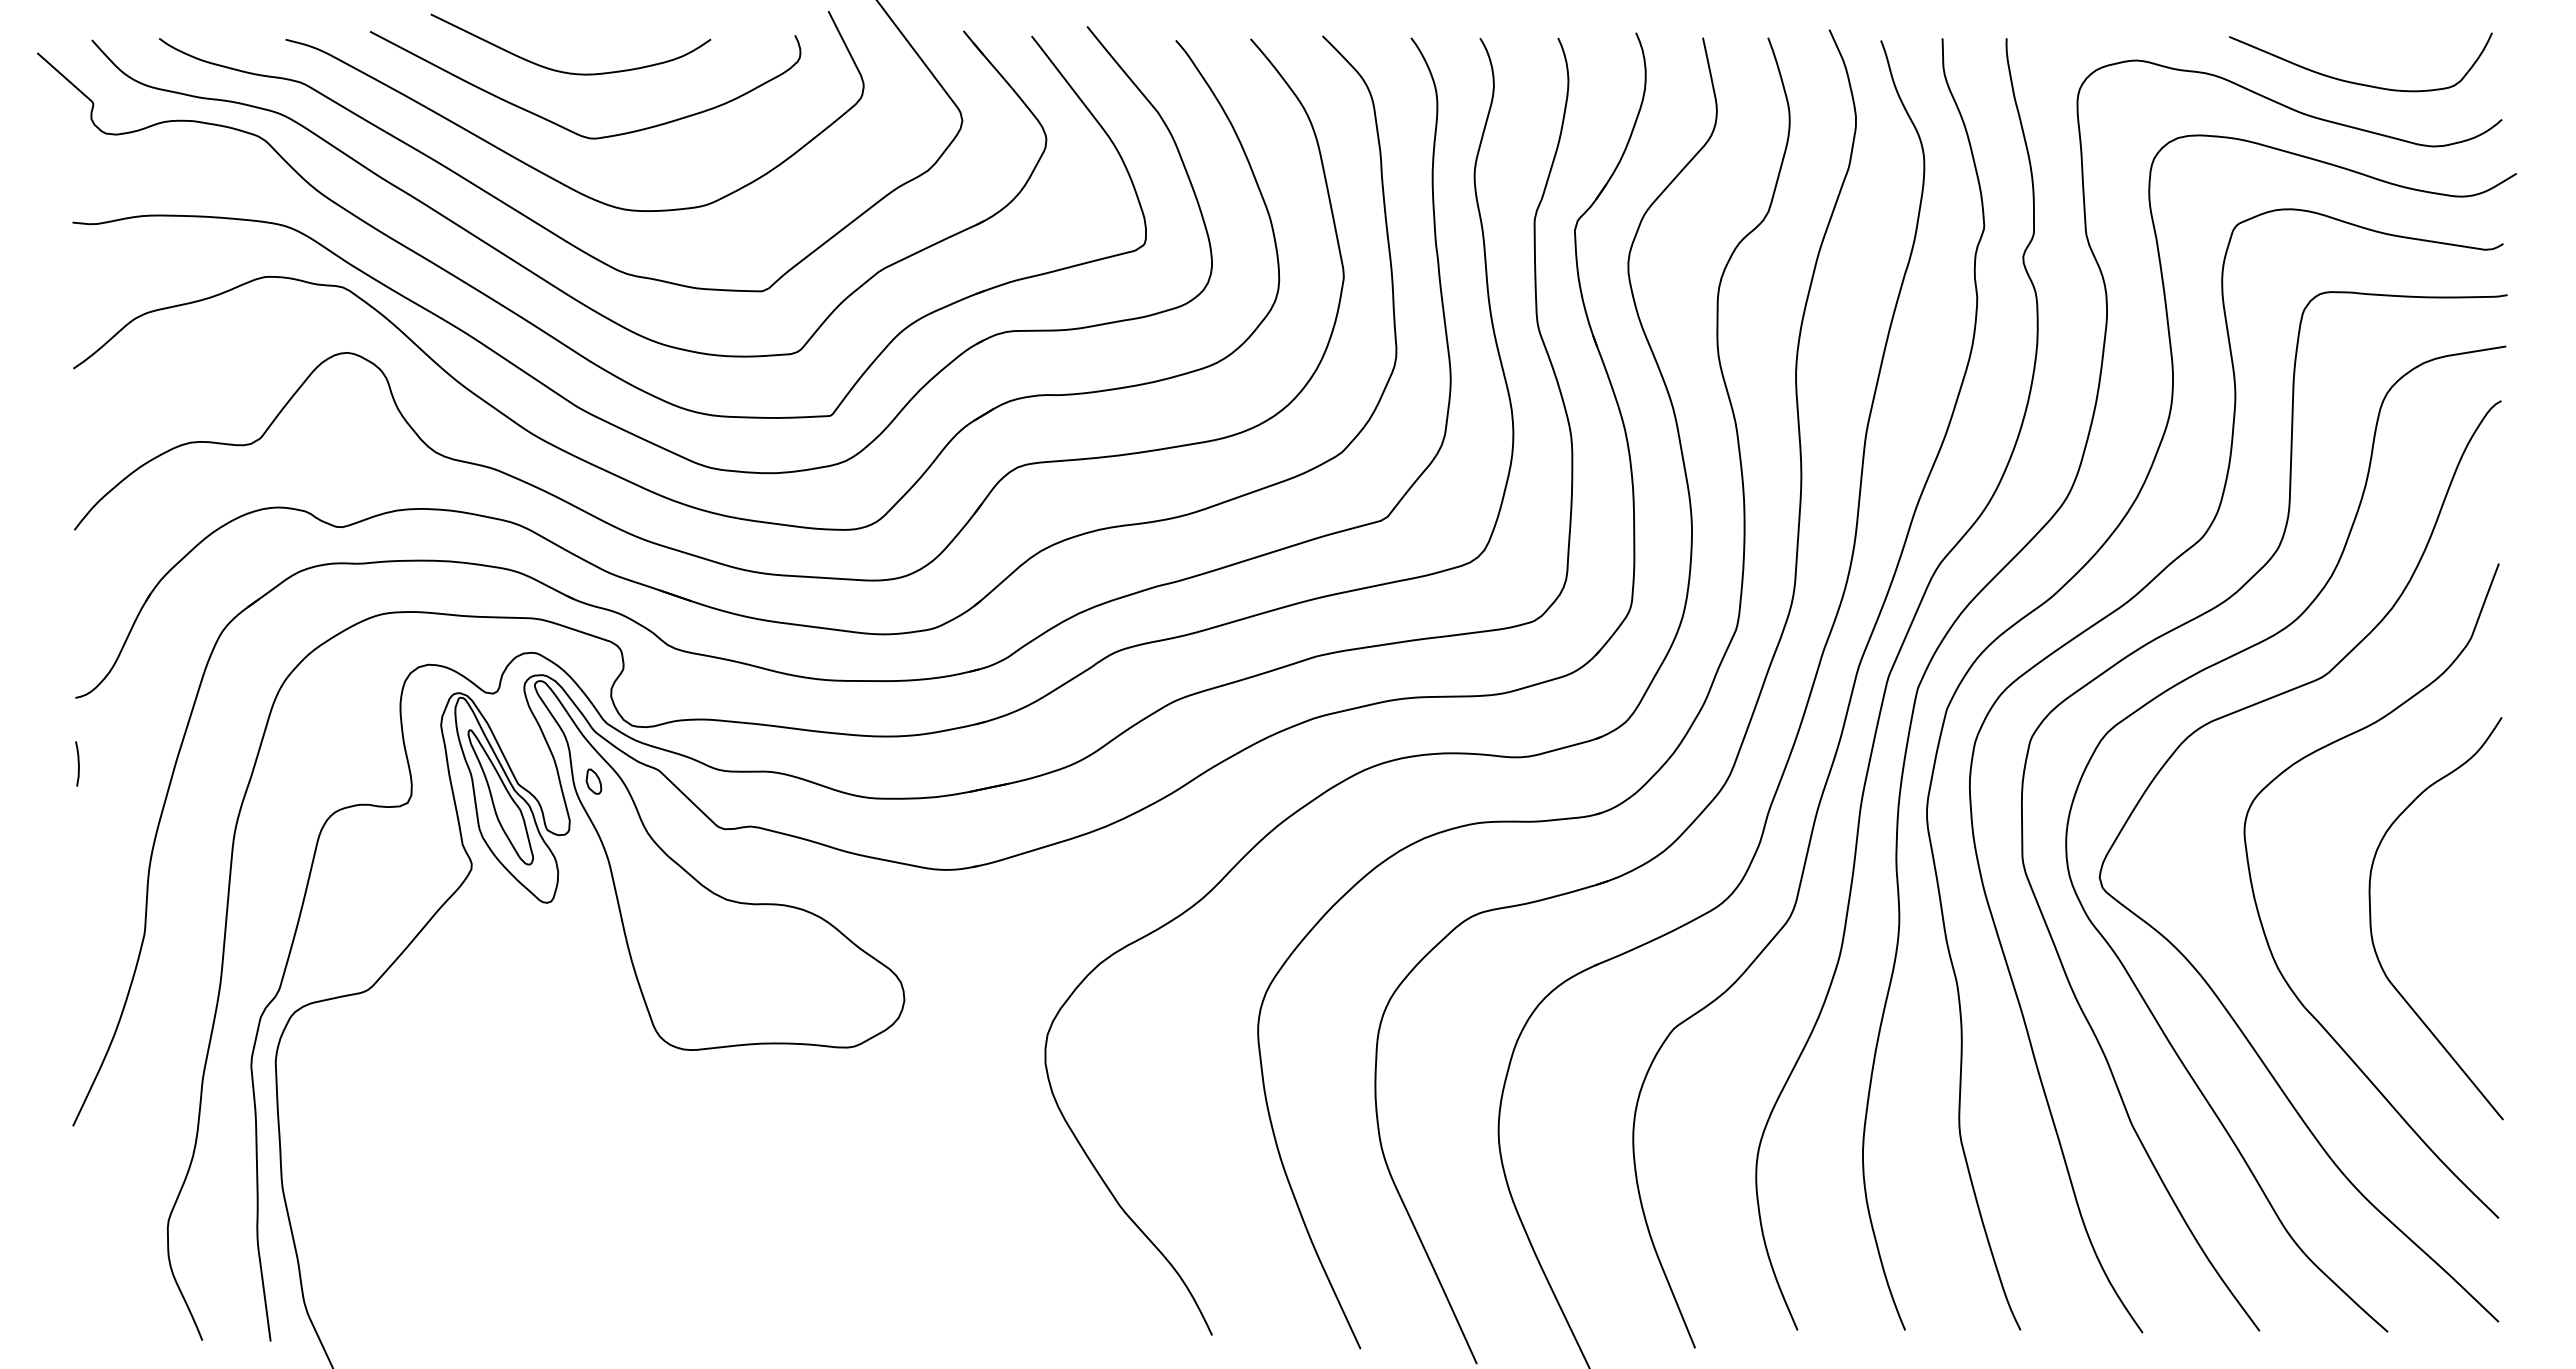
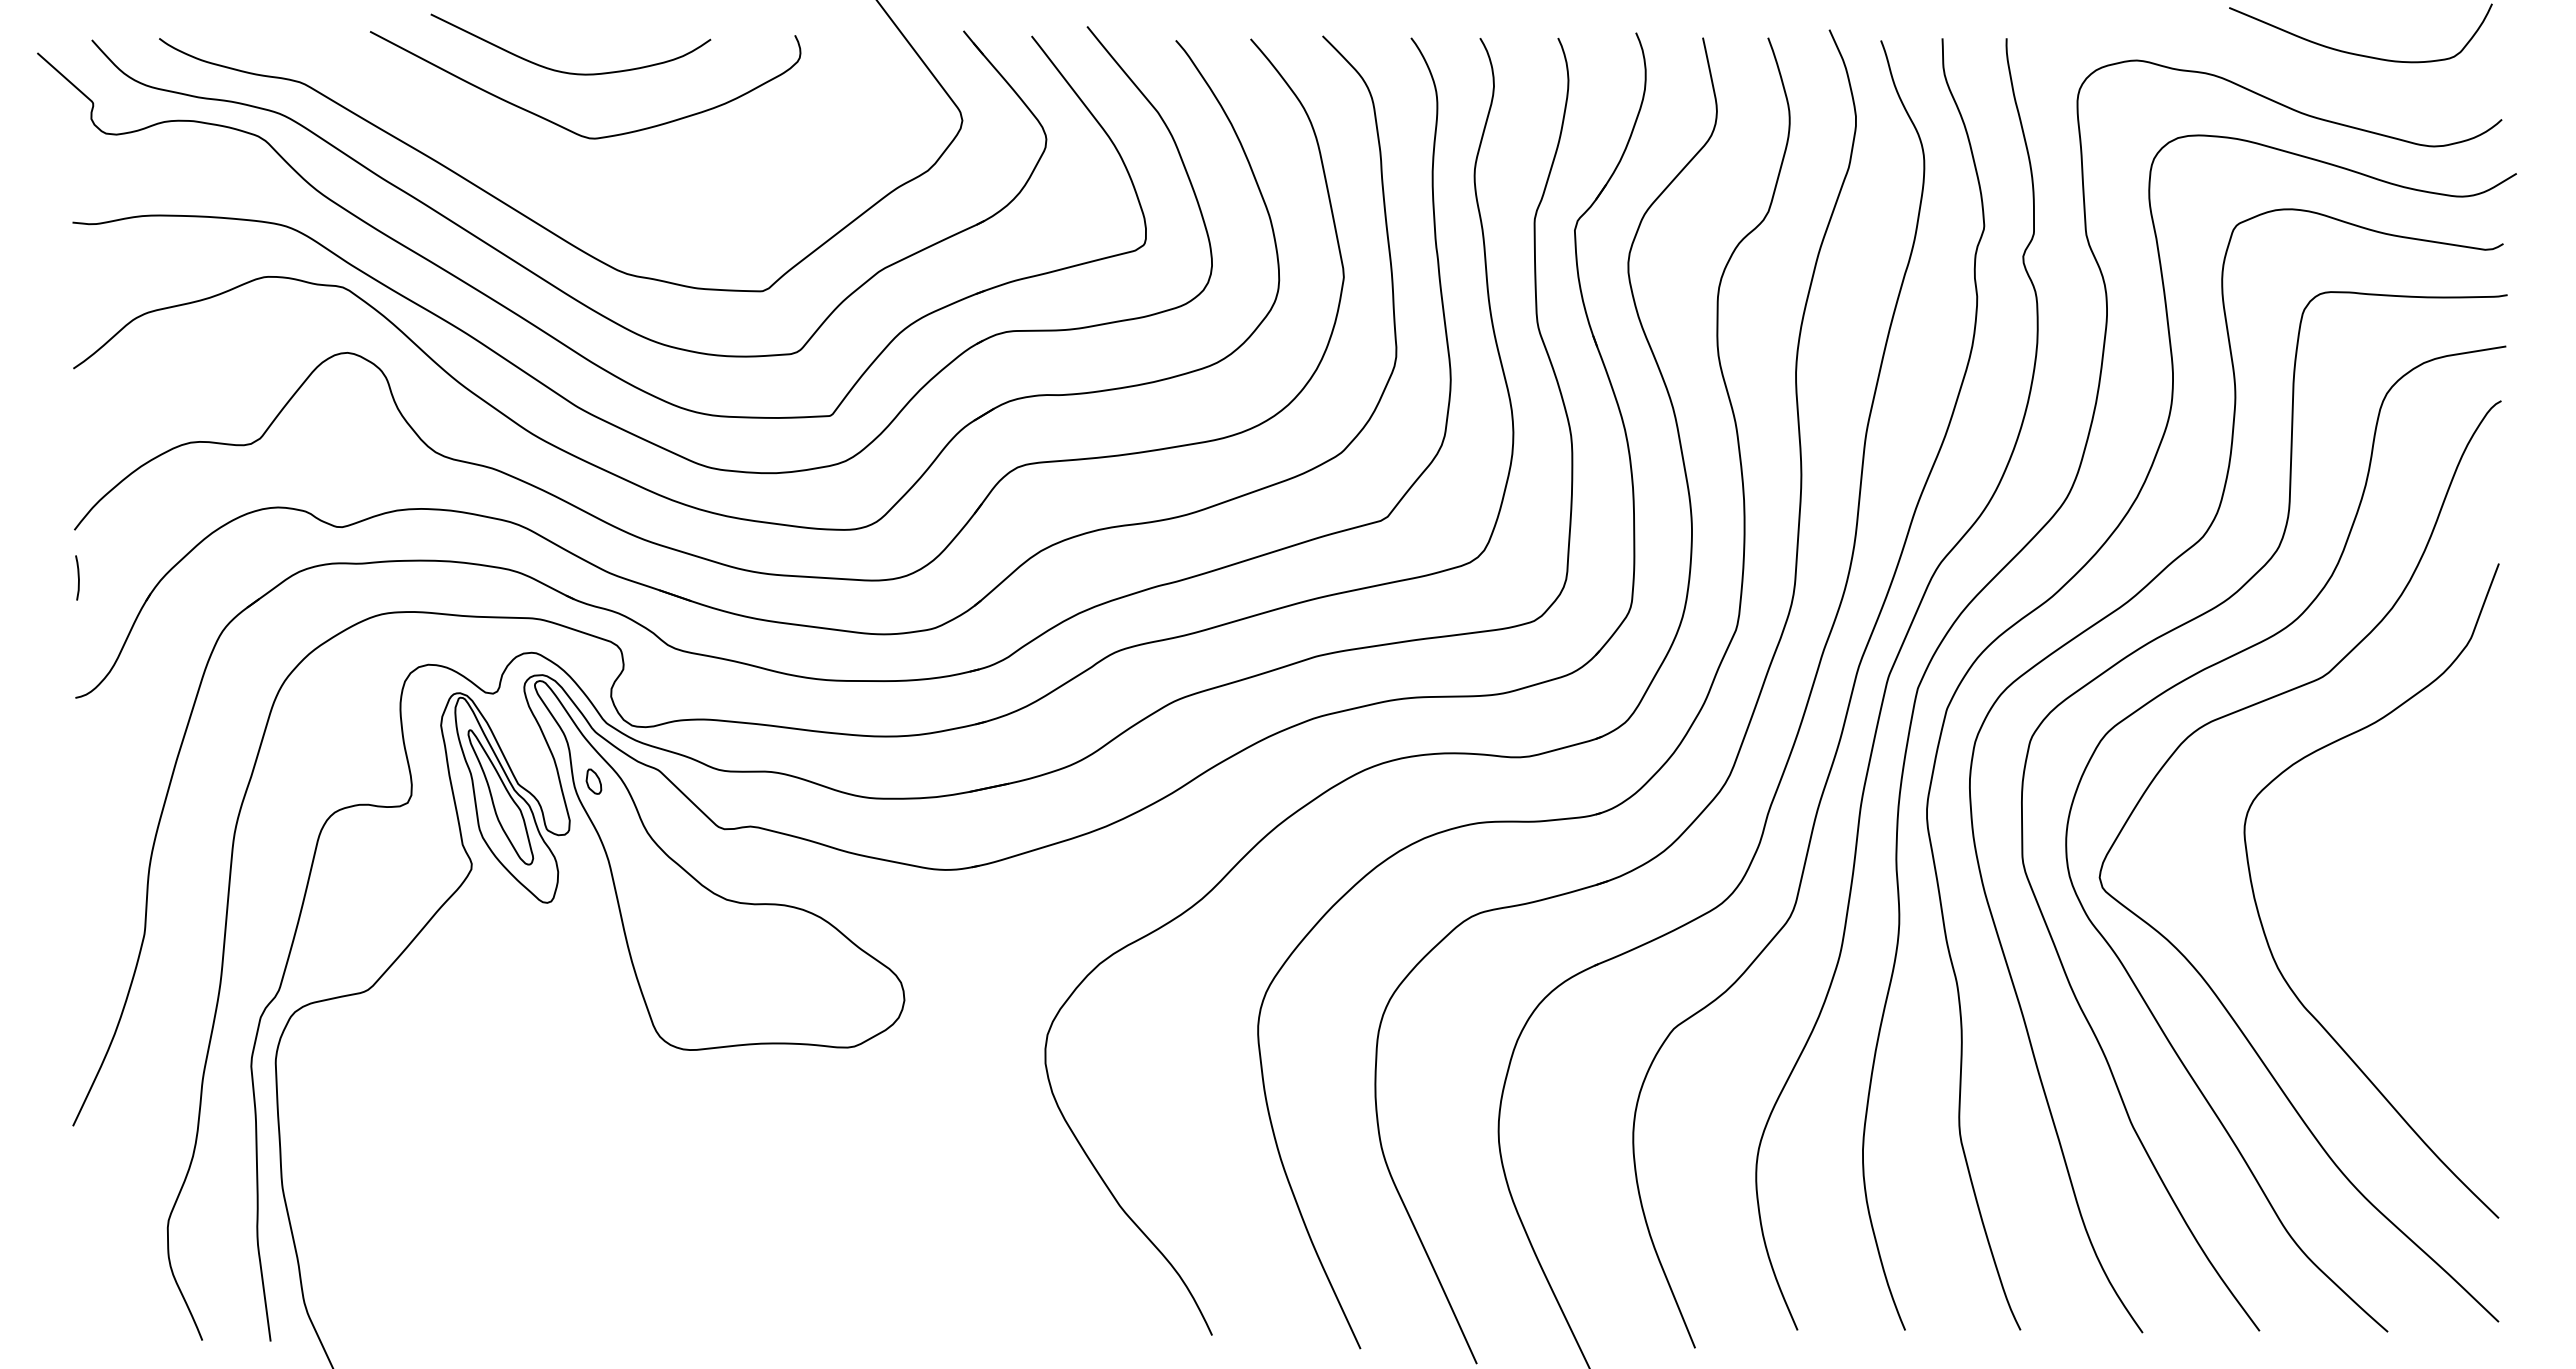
curve at (2357, 82) position: (2357, 82) -> (2357, 53)
curve at (540, 170): present -> none
curve at (77, 763) position: (77, 763) -> (77, 577)
curve at (2371, 918): present -> none
